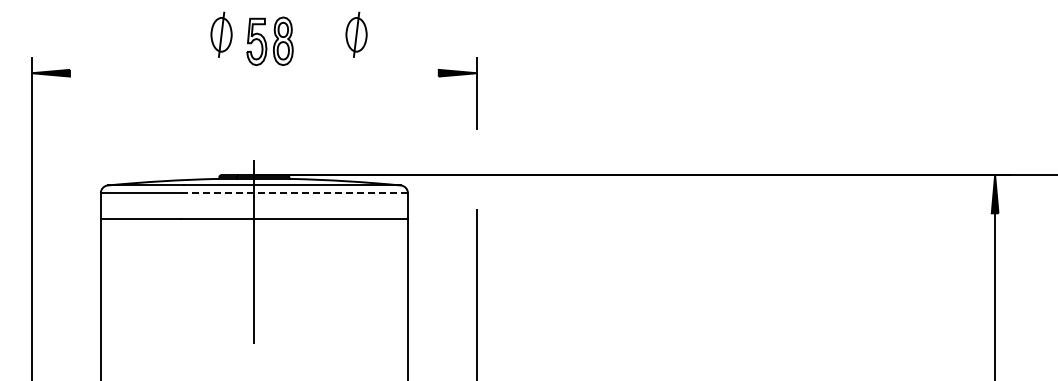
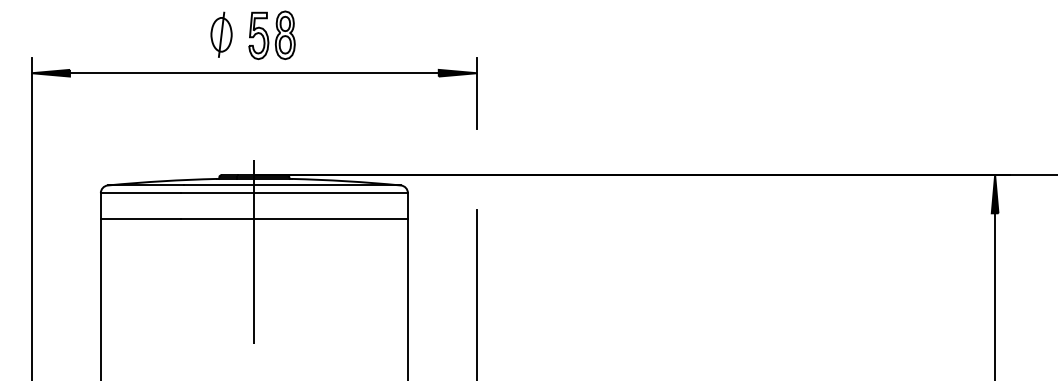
part at (356, 34): present -> none
part at (269, 41) position: (269, 41) -> (271, 35)
line at (253, 73): none -> present
line at (294, 193): dashed -> solid
